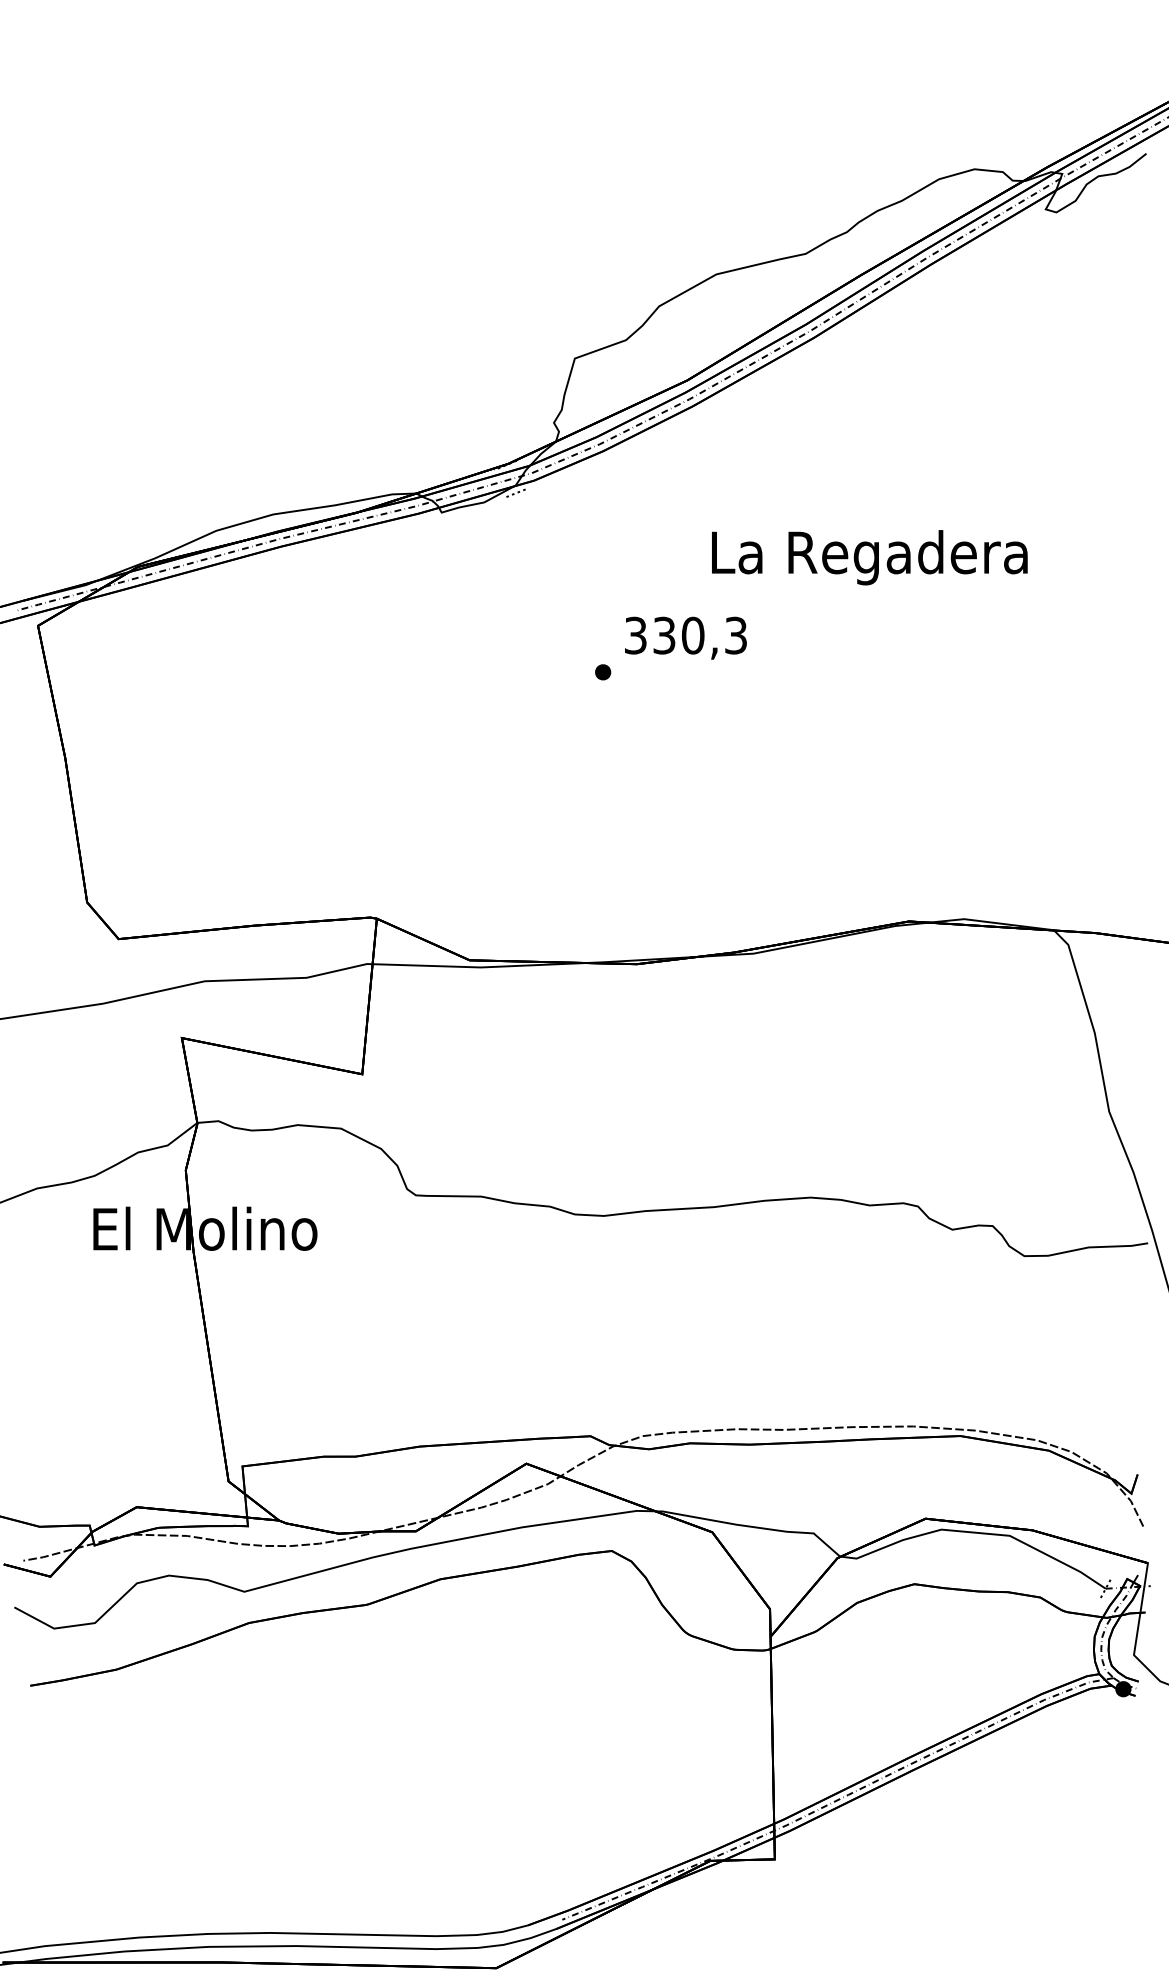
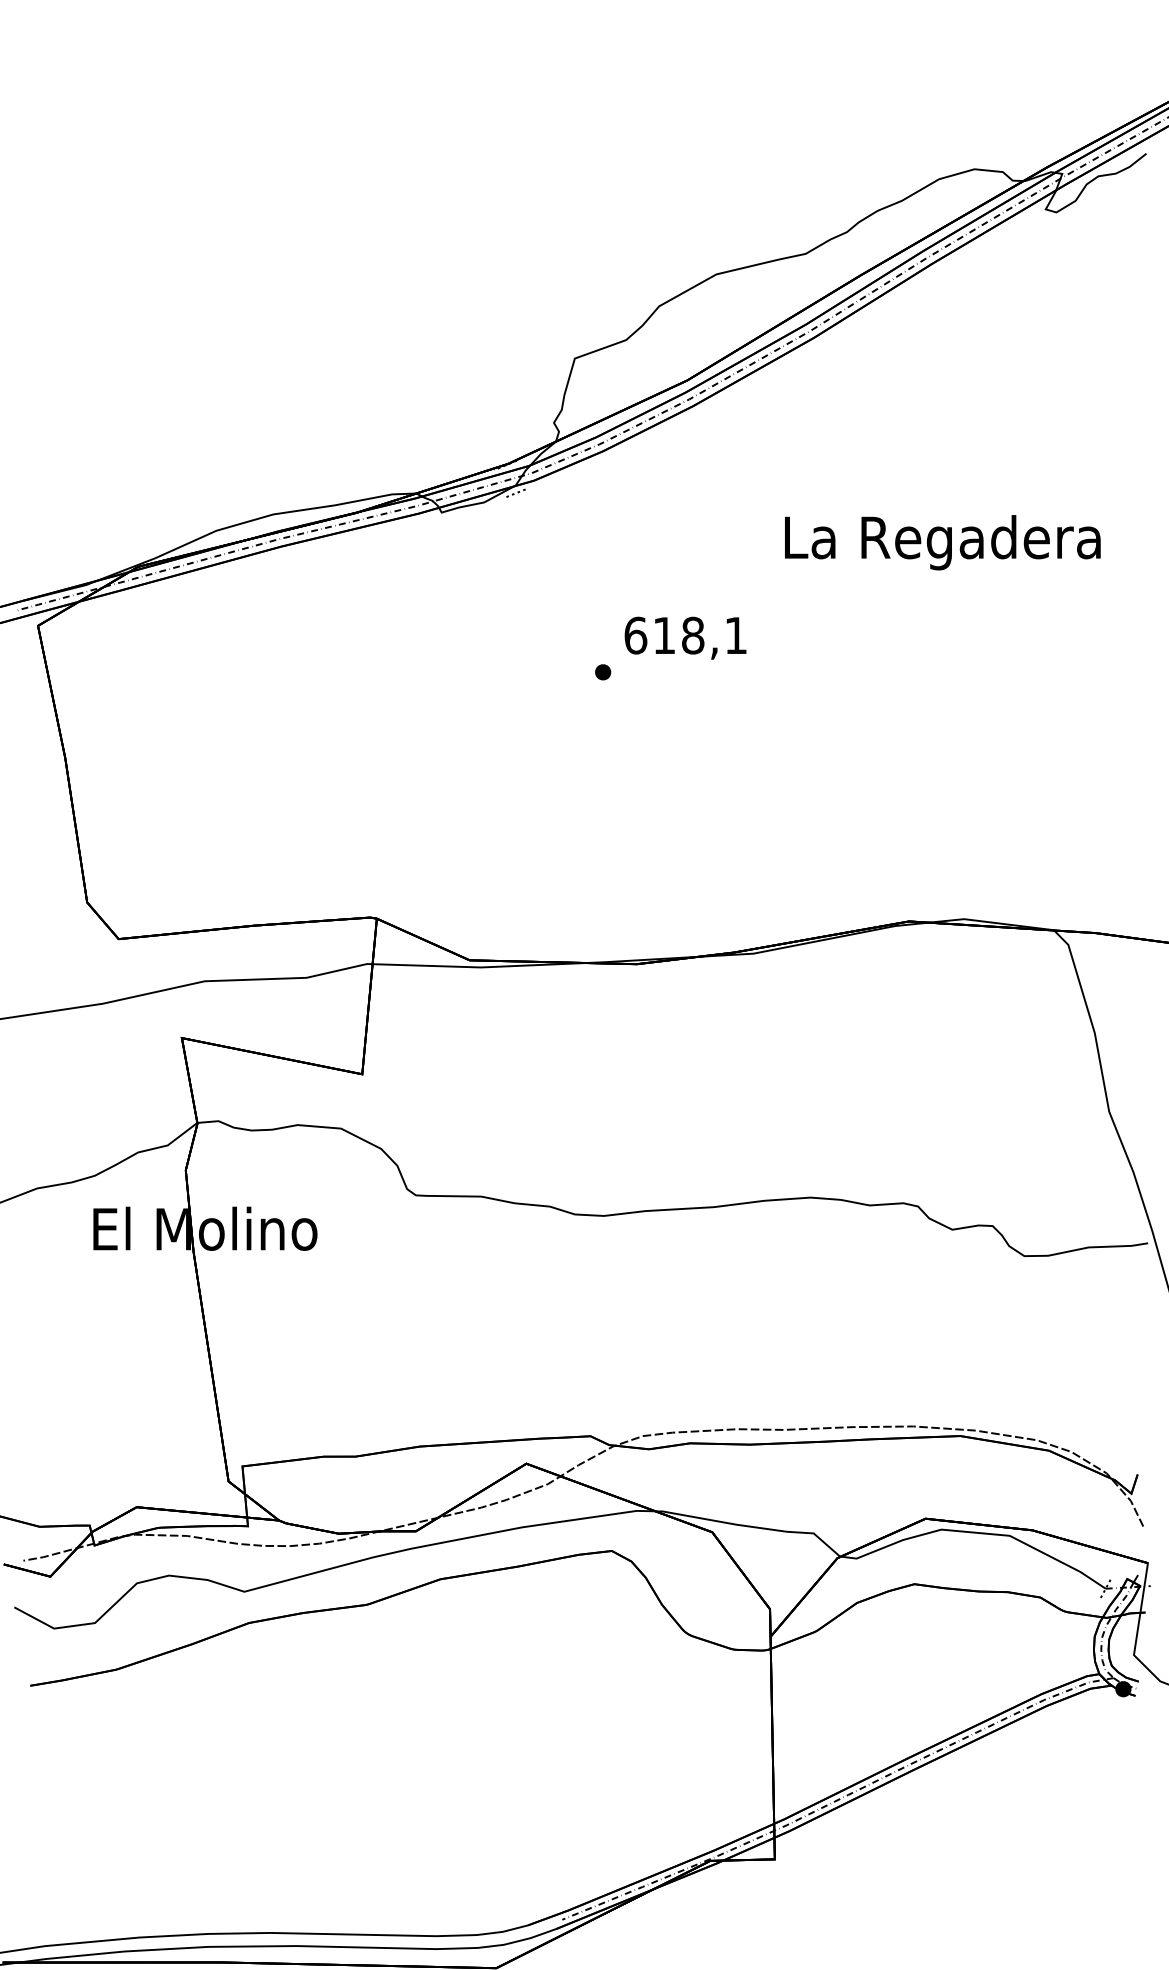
text at (869, 557) position: (869, 557) -> (942, 542)
text at (685, 635): 330,3 -> 618,1
